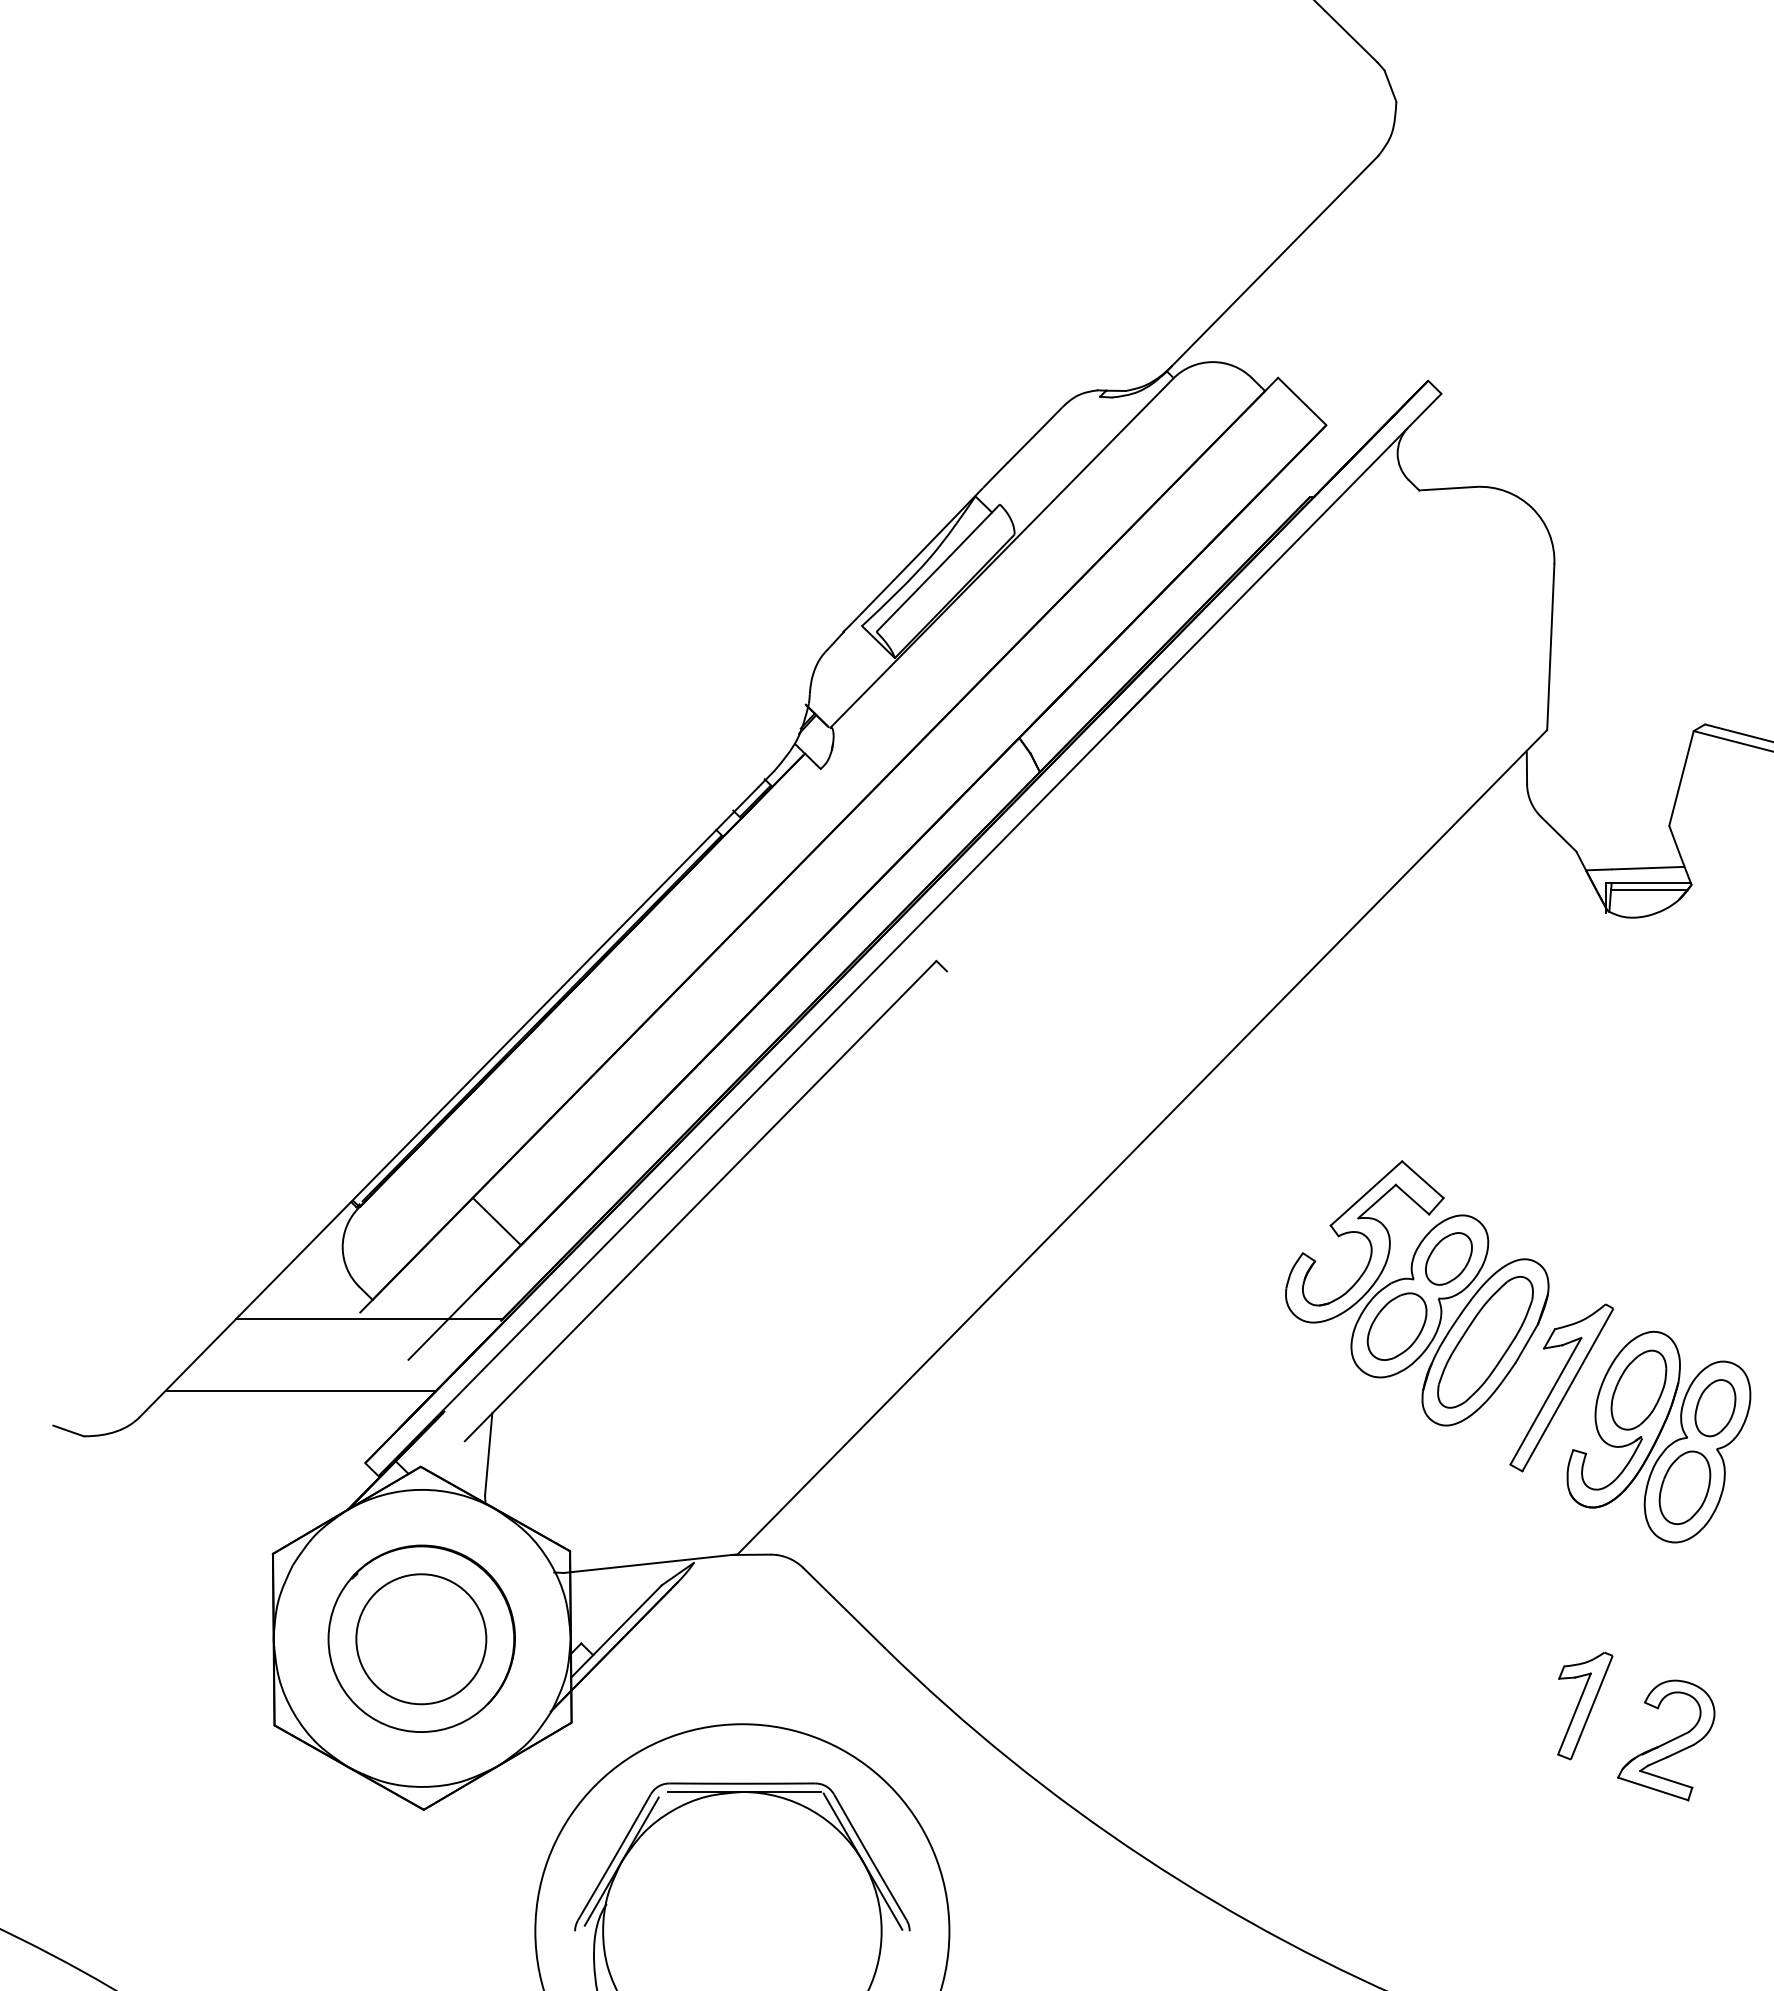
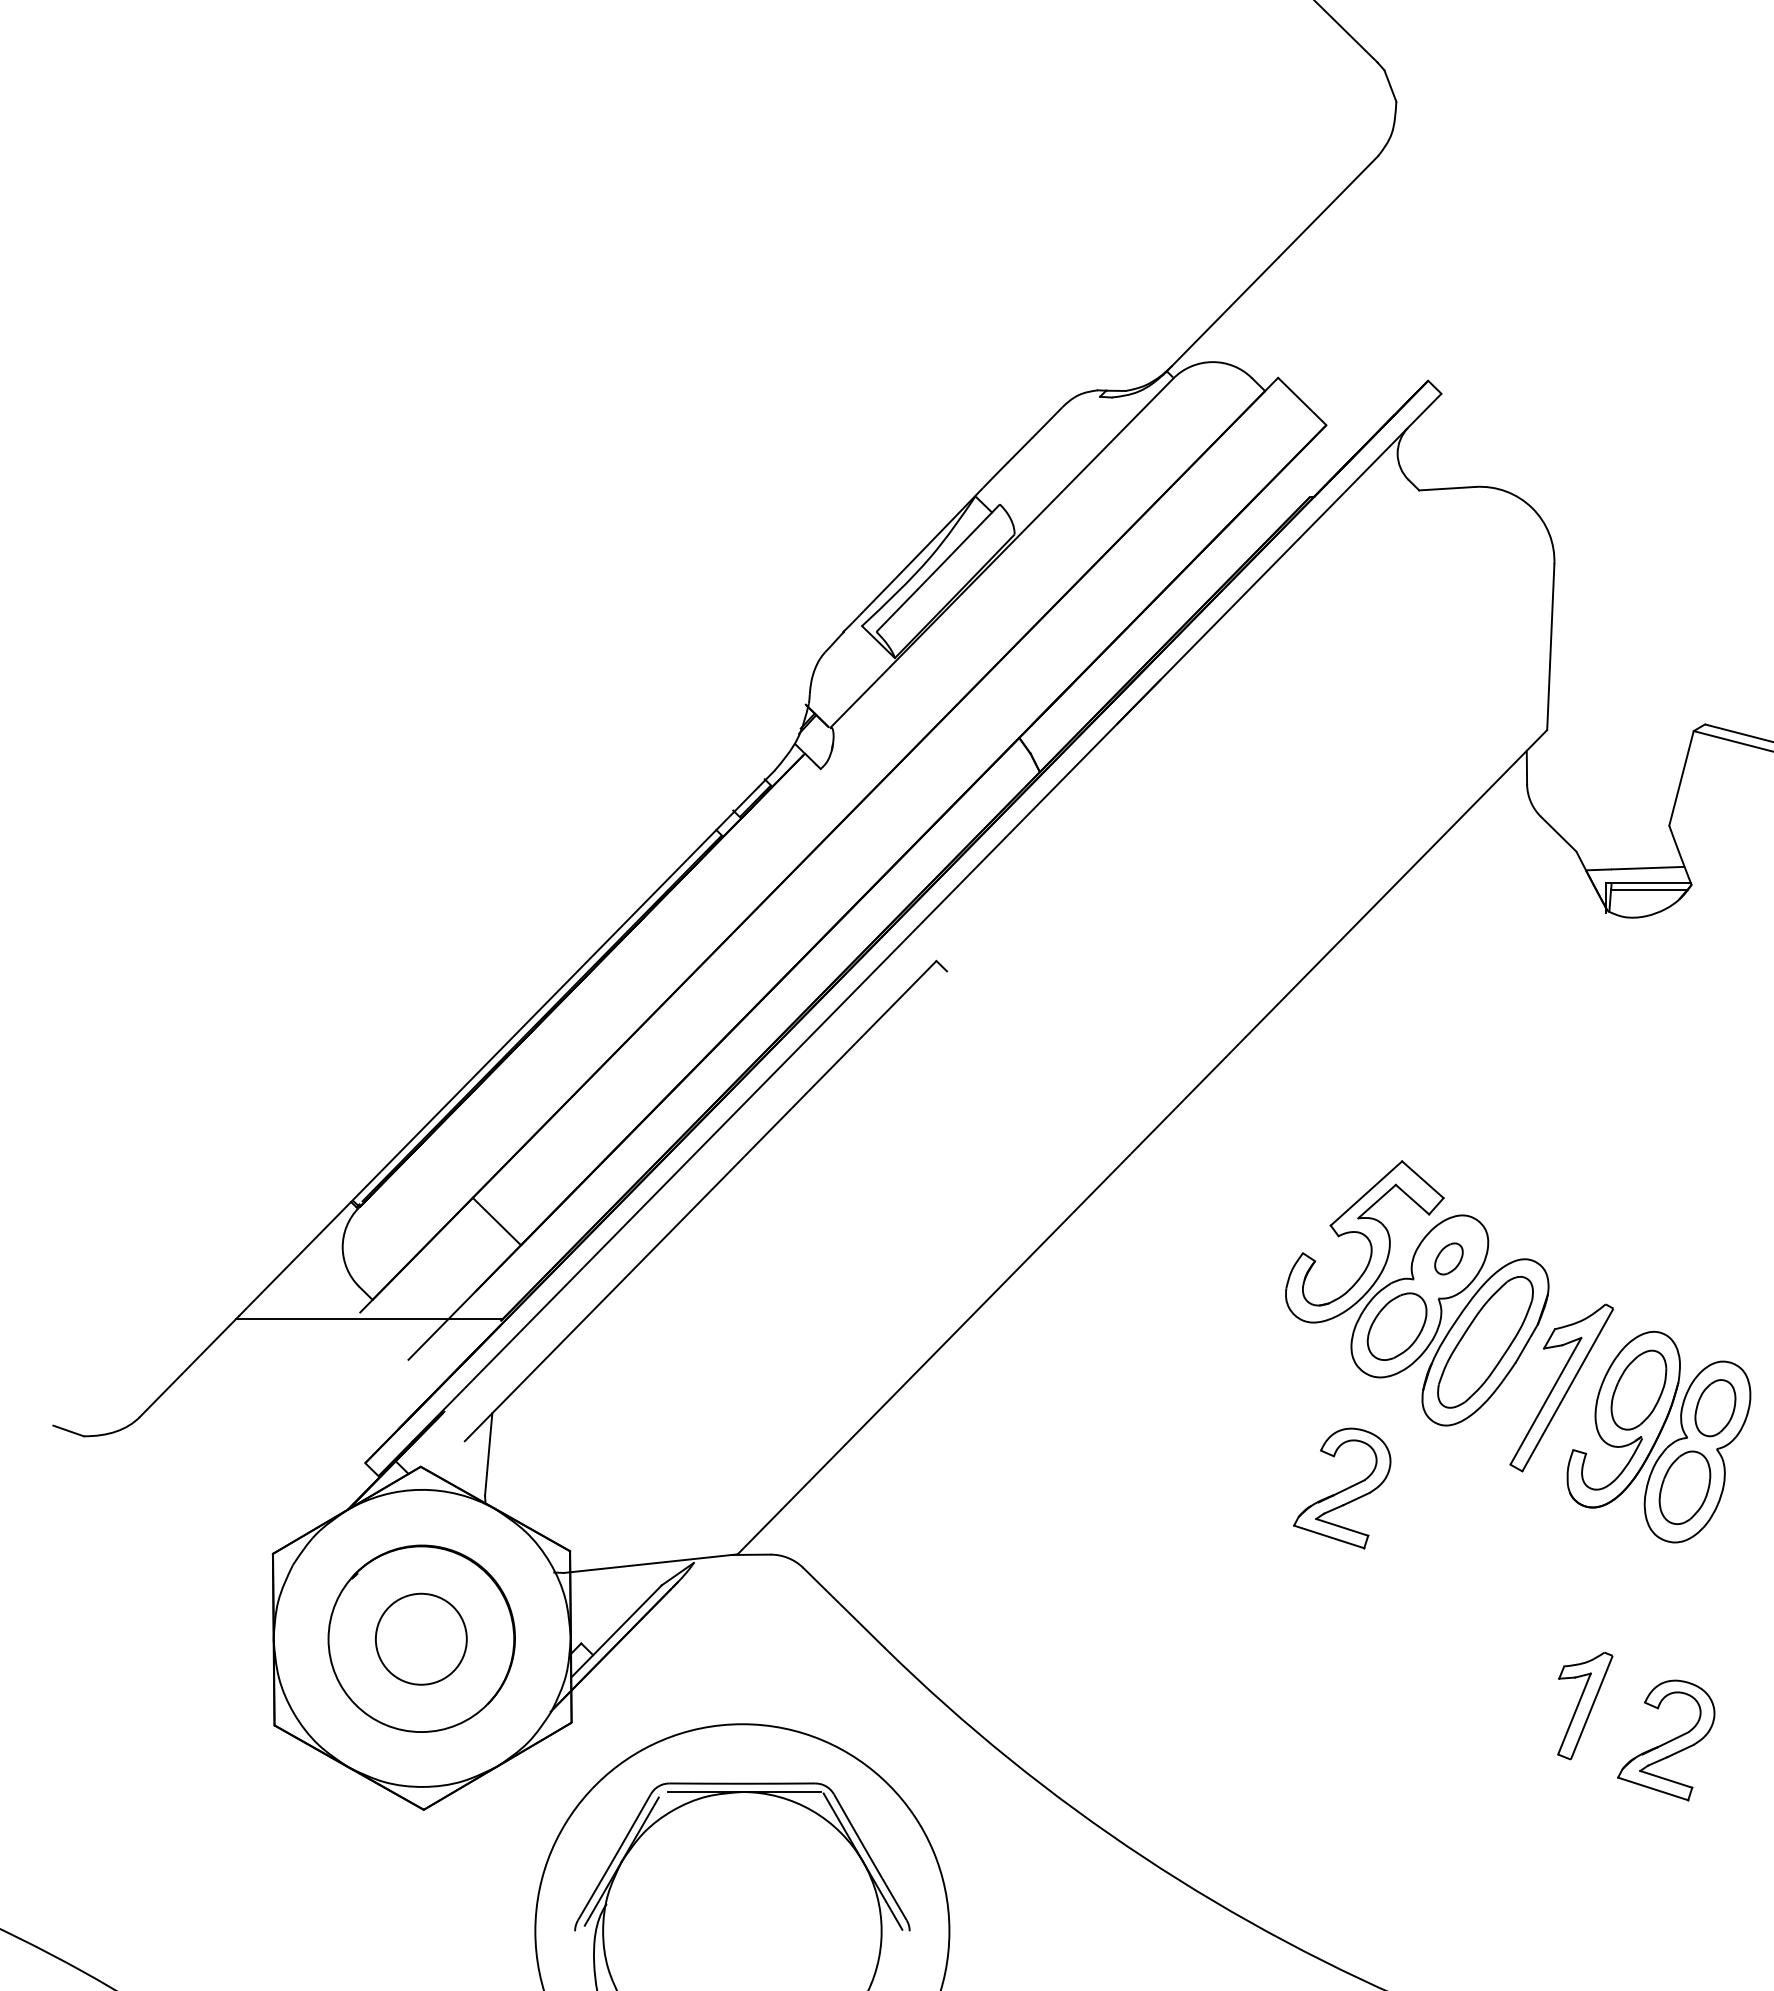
part at (1448, 1258) size: 48x54 px -> 30x34 px
line at (300, 1390): present -> none
part at (1342, 1488): none -> present
circle at (421, 1639) diameter: 130 px -> 91 px
